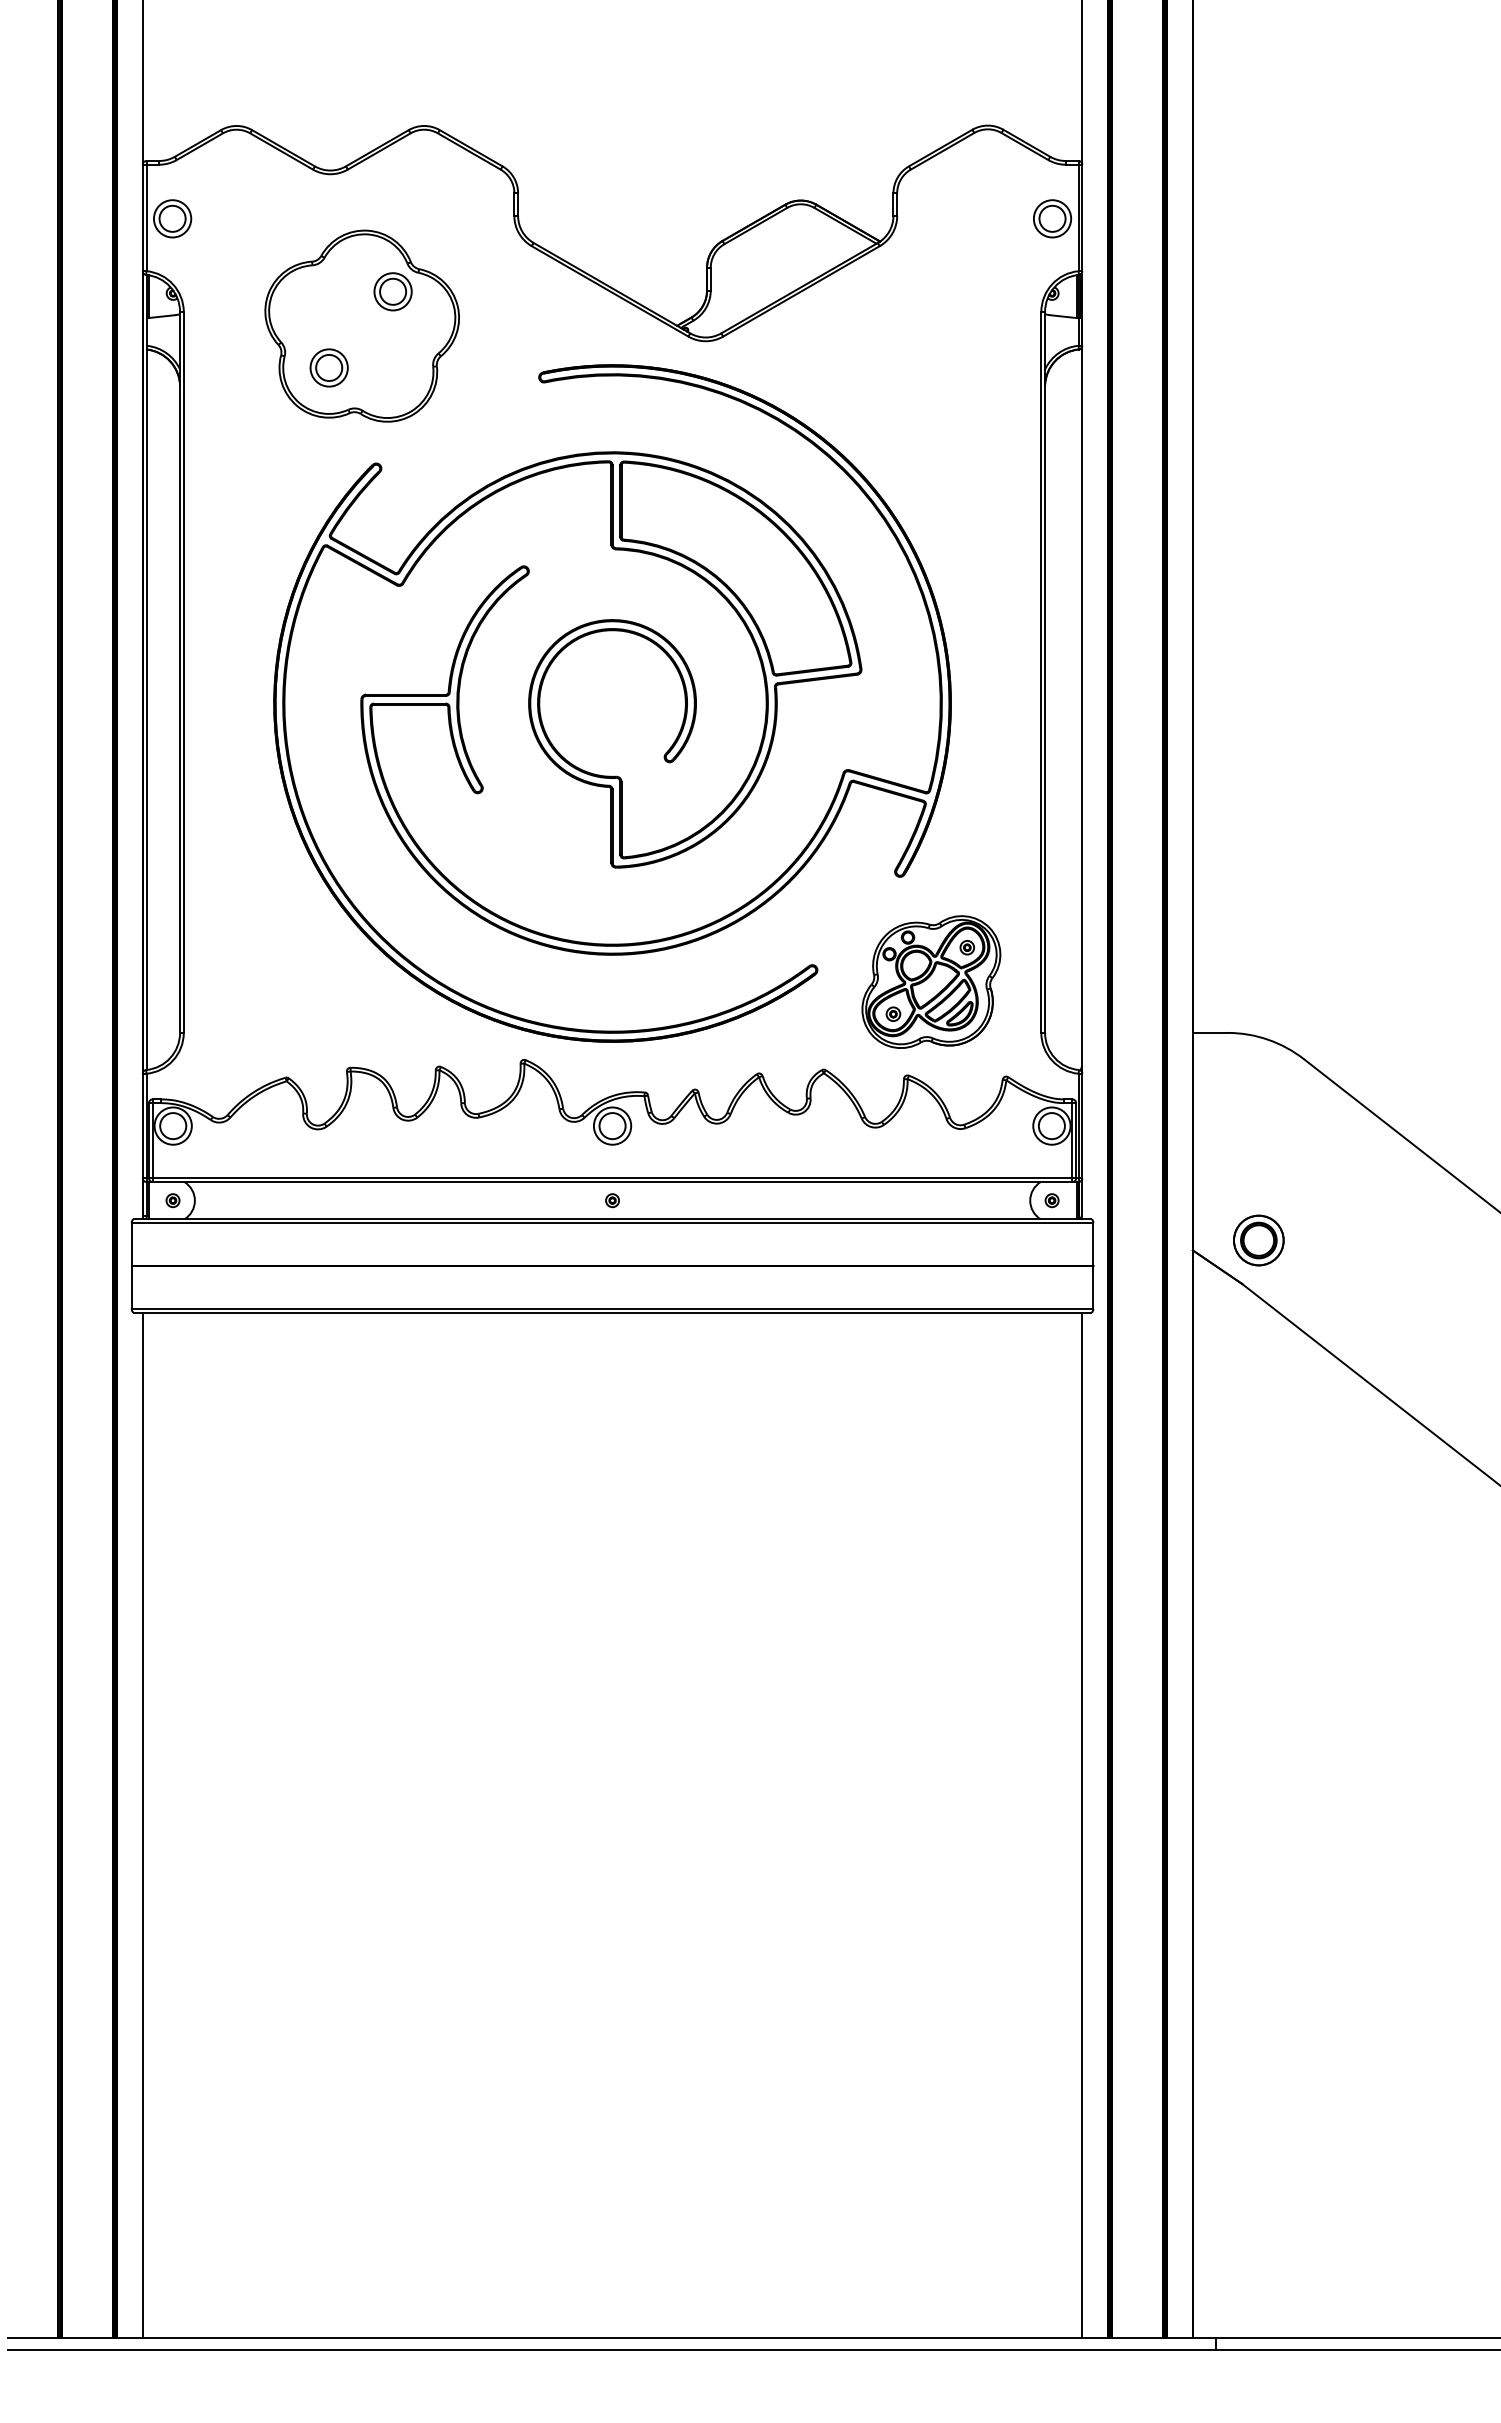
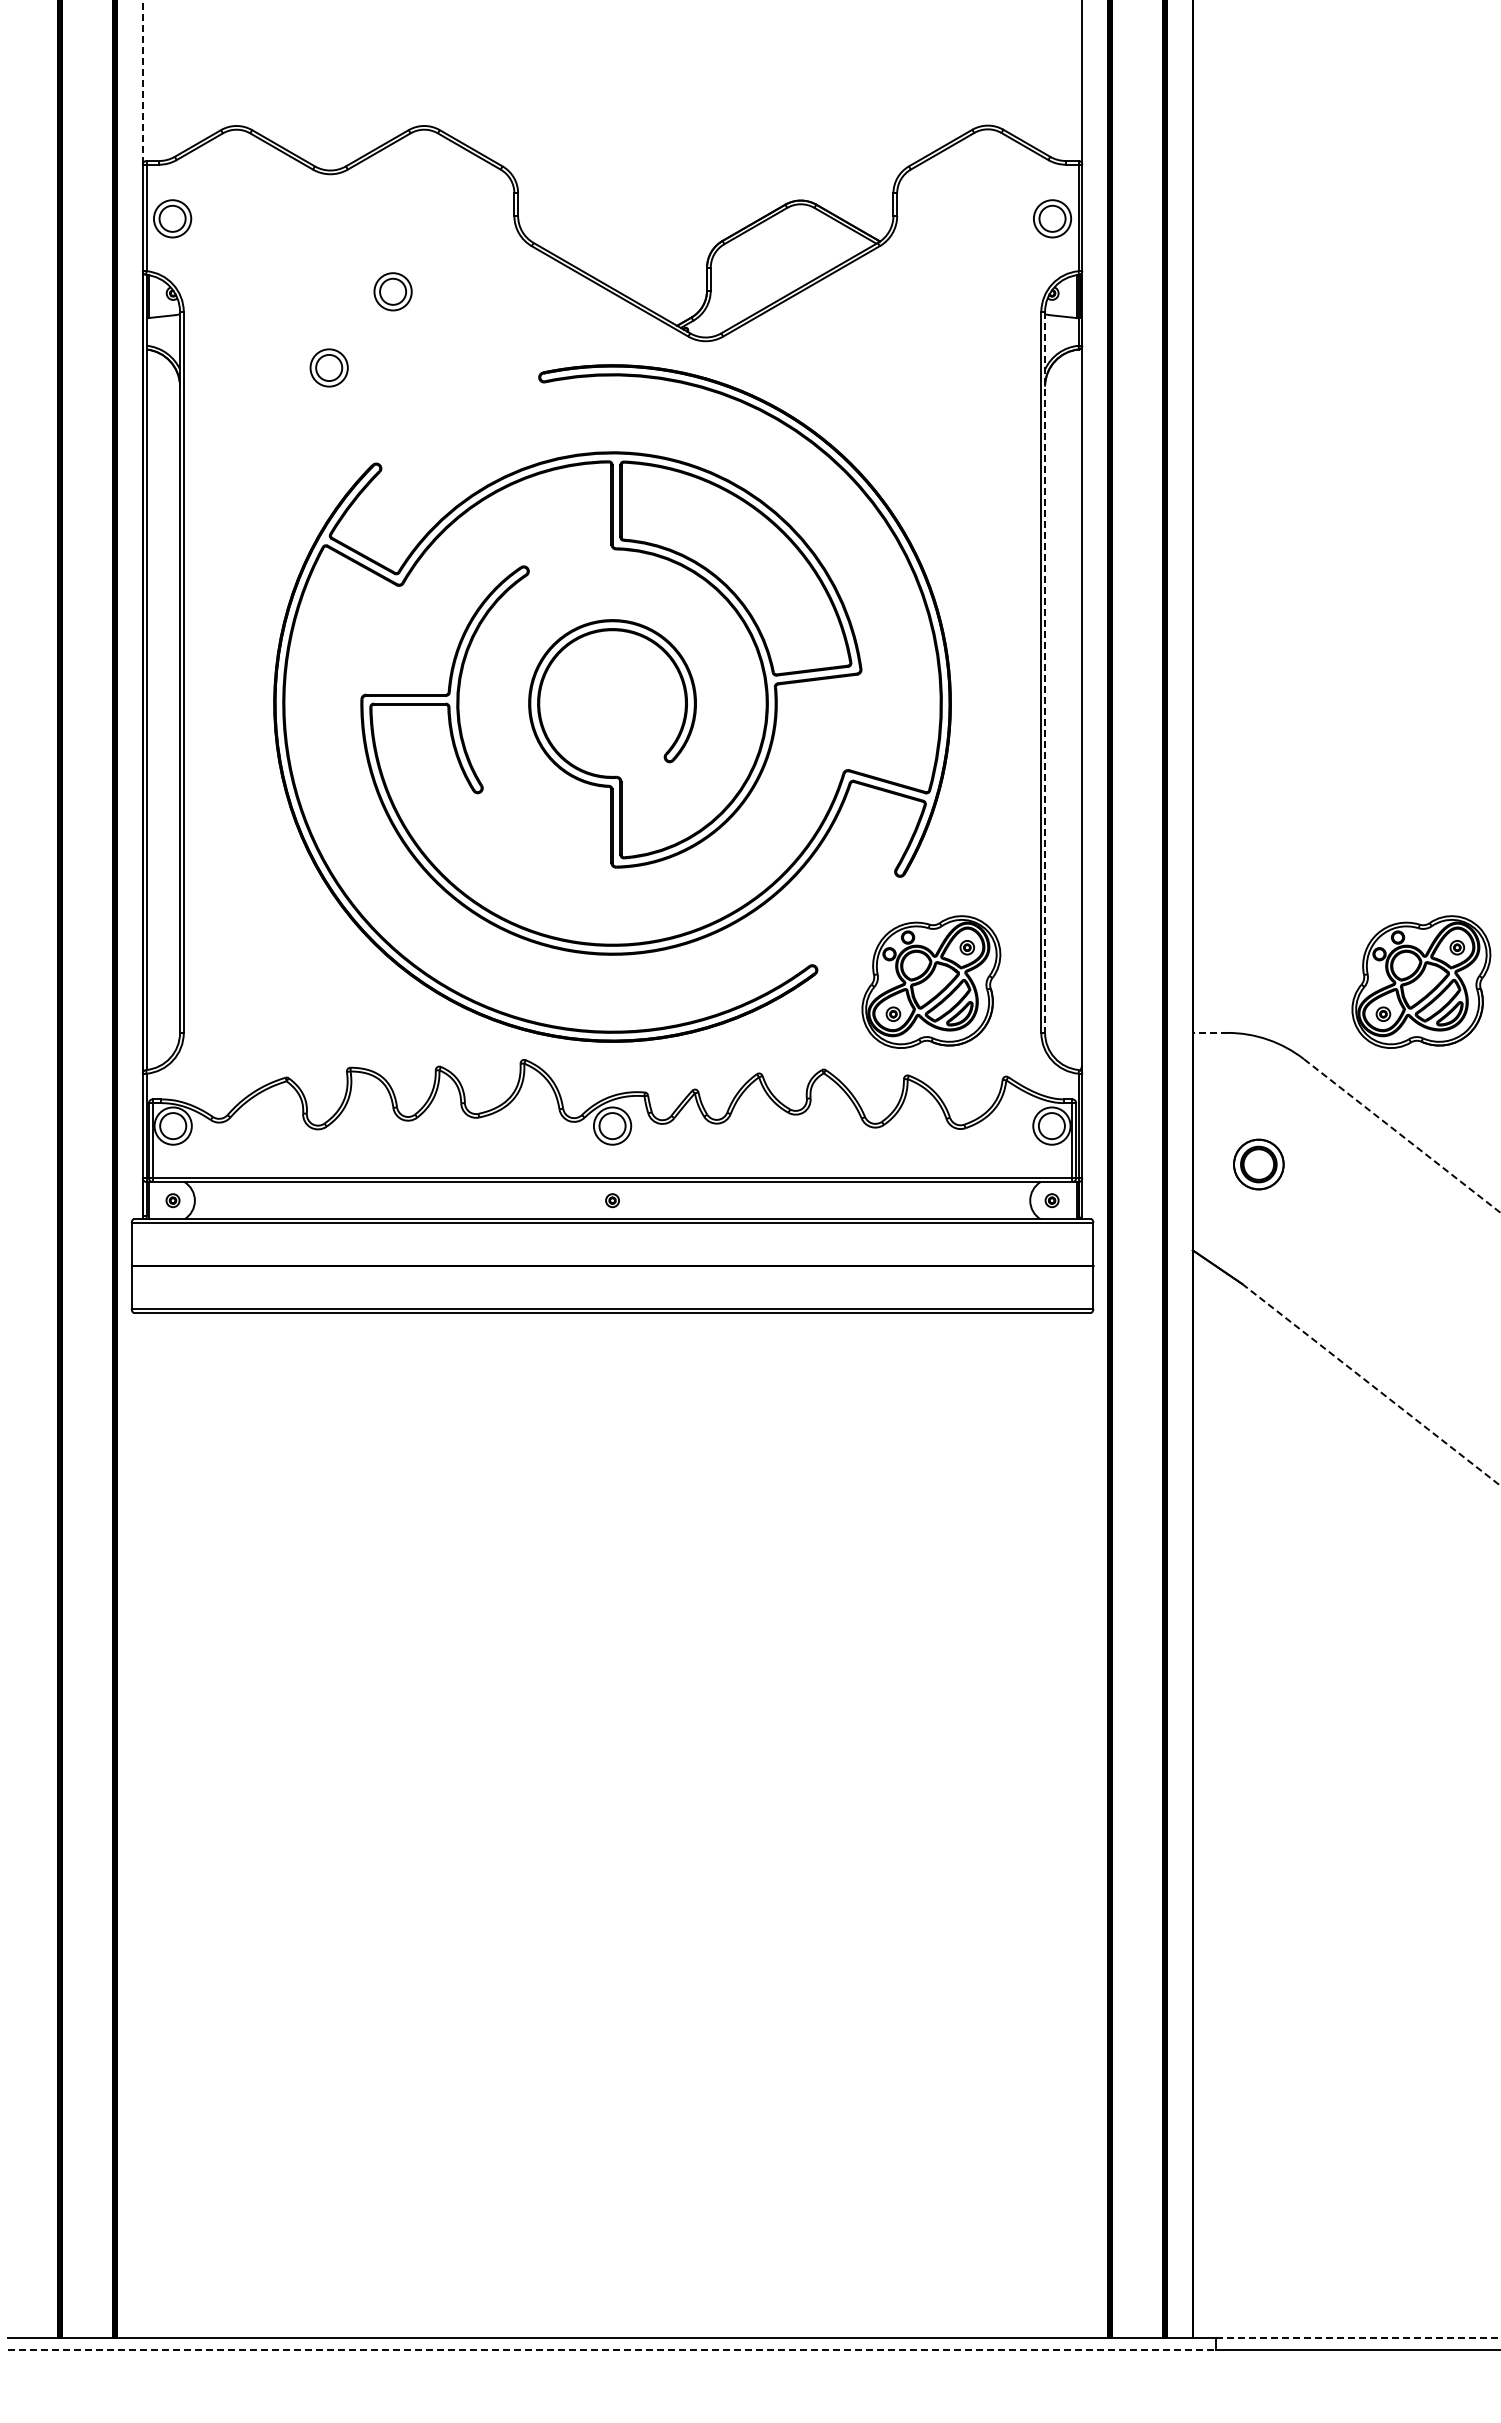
line at (142, 82): solid -> dashed
part at (361, 325): present -> none
line at (1045, 672): solid -> dashed
part at (1421, 981): none -> present
line at (1209, 1032): solid -> dashed
line at (1402, 1136): solid -> dashed
part at (1258, 1240) position: (1258, 1240) -> (1258, 1164)
line at (1371, 1384): solid -> dashed
line at (142, 1824): present -> none
line at (1082, 1824): present -> none
line at (1358, 2337): solid -> dashed
line at (612, 2350): solid -> dashed
